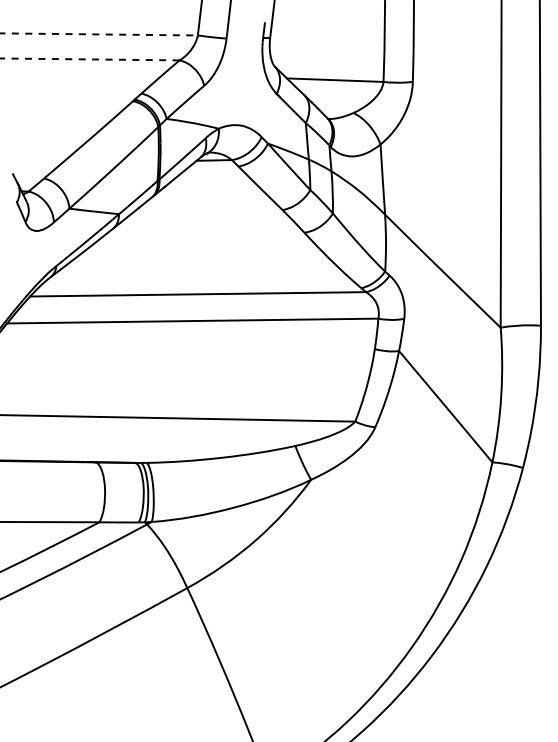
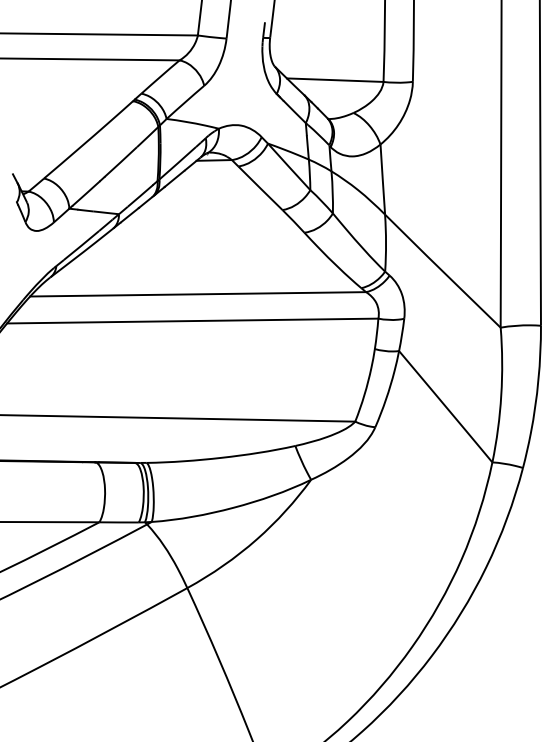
line at (99, 34): dashed -> solid
line at (89, 59): dashed -> solid
